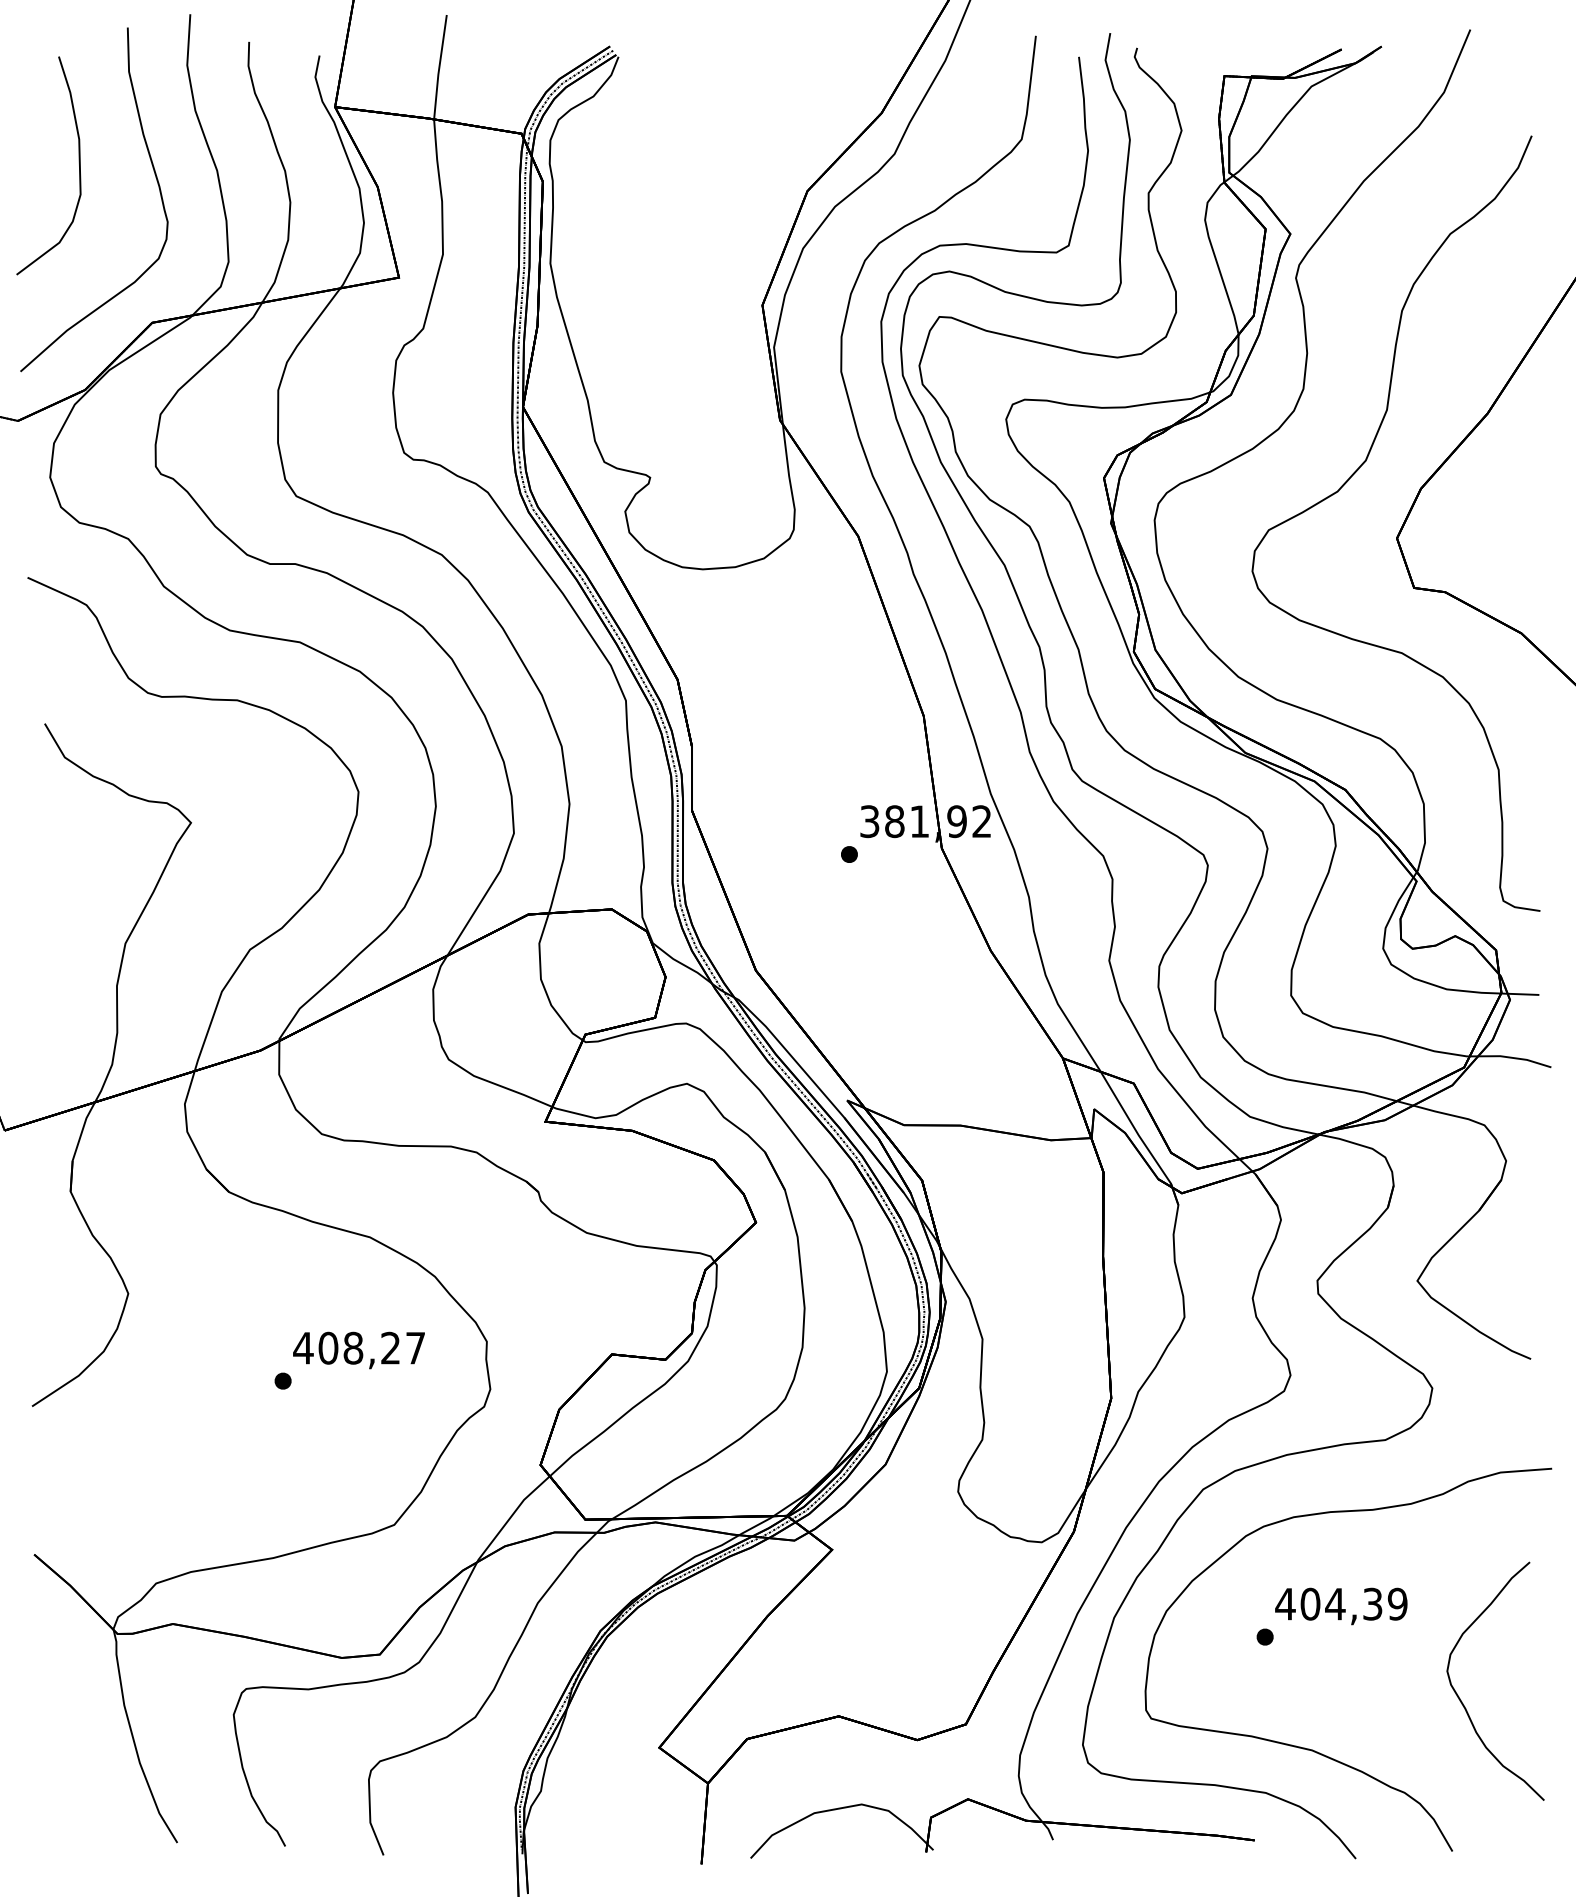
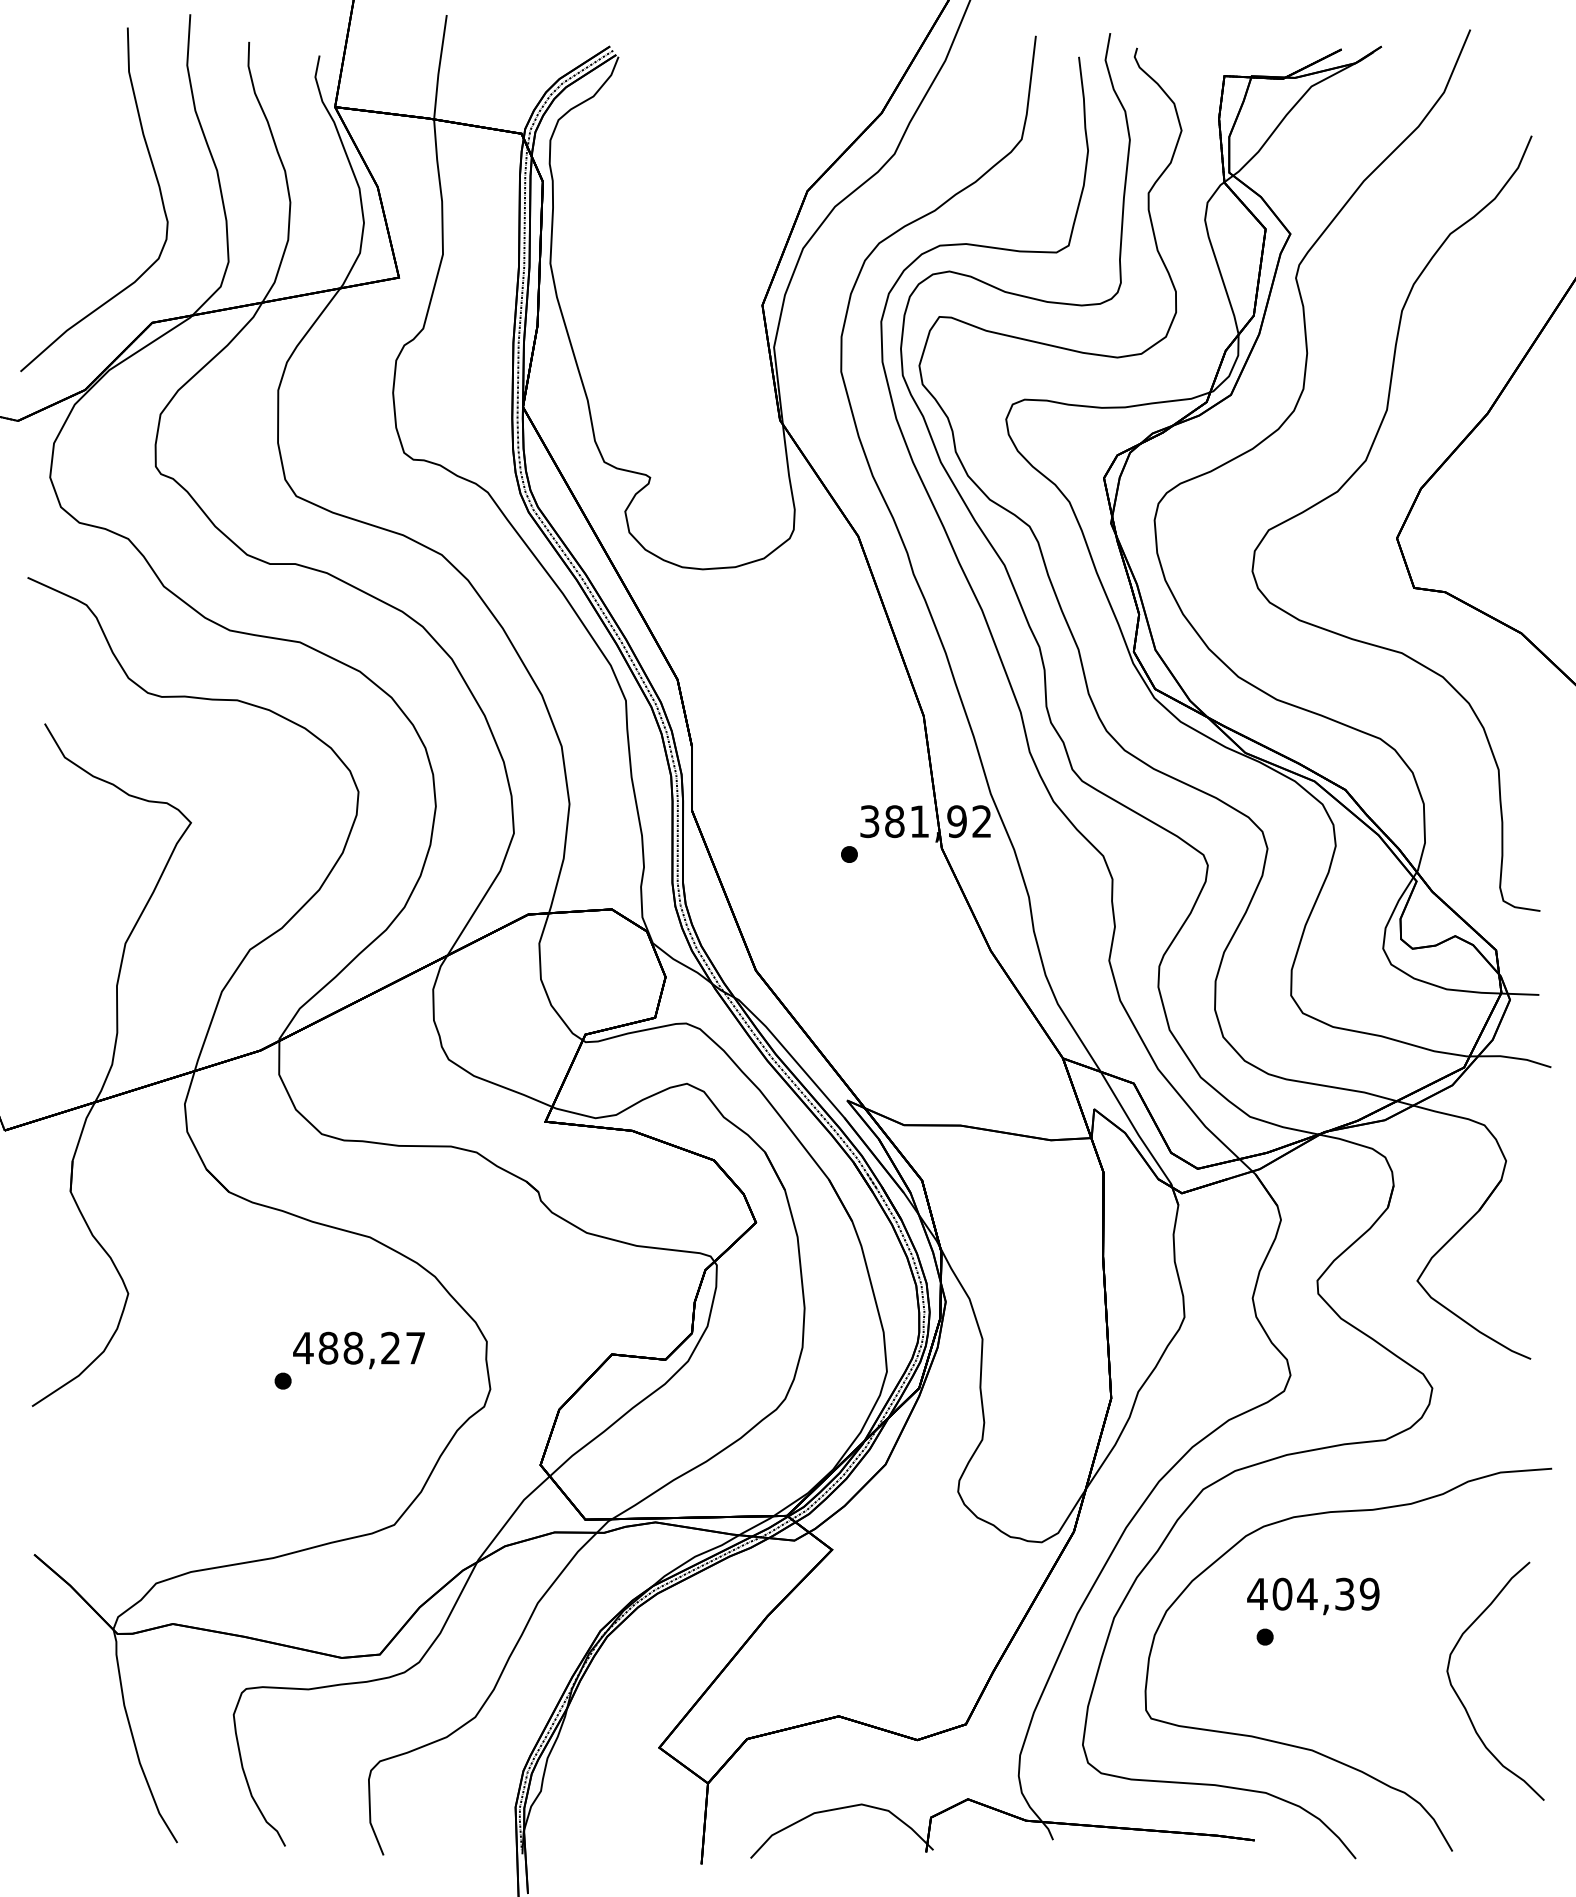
curve at (78, 162): present -> none
text at (328, 1348): 408,27 -> 488,27
text at (1341, 1606) position: (1341, 1606) -> (1313, 1596)
